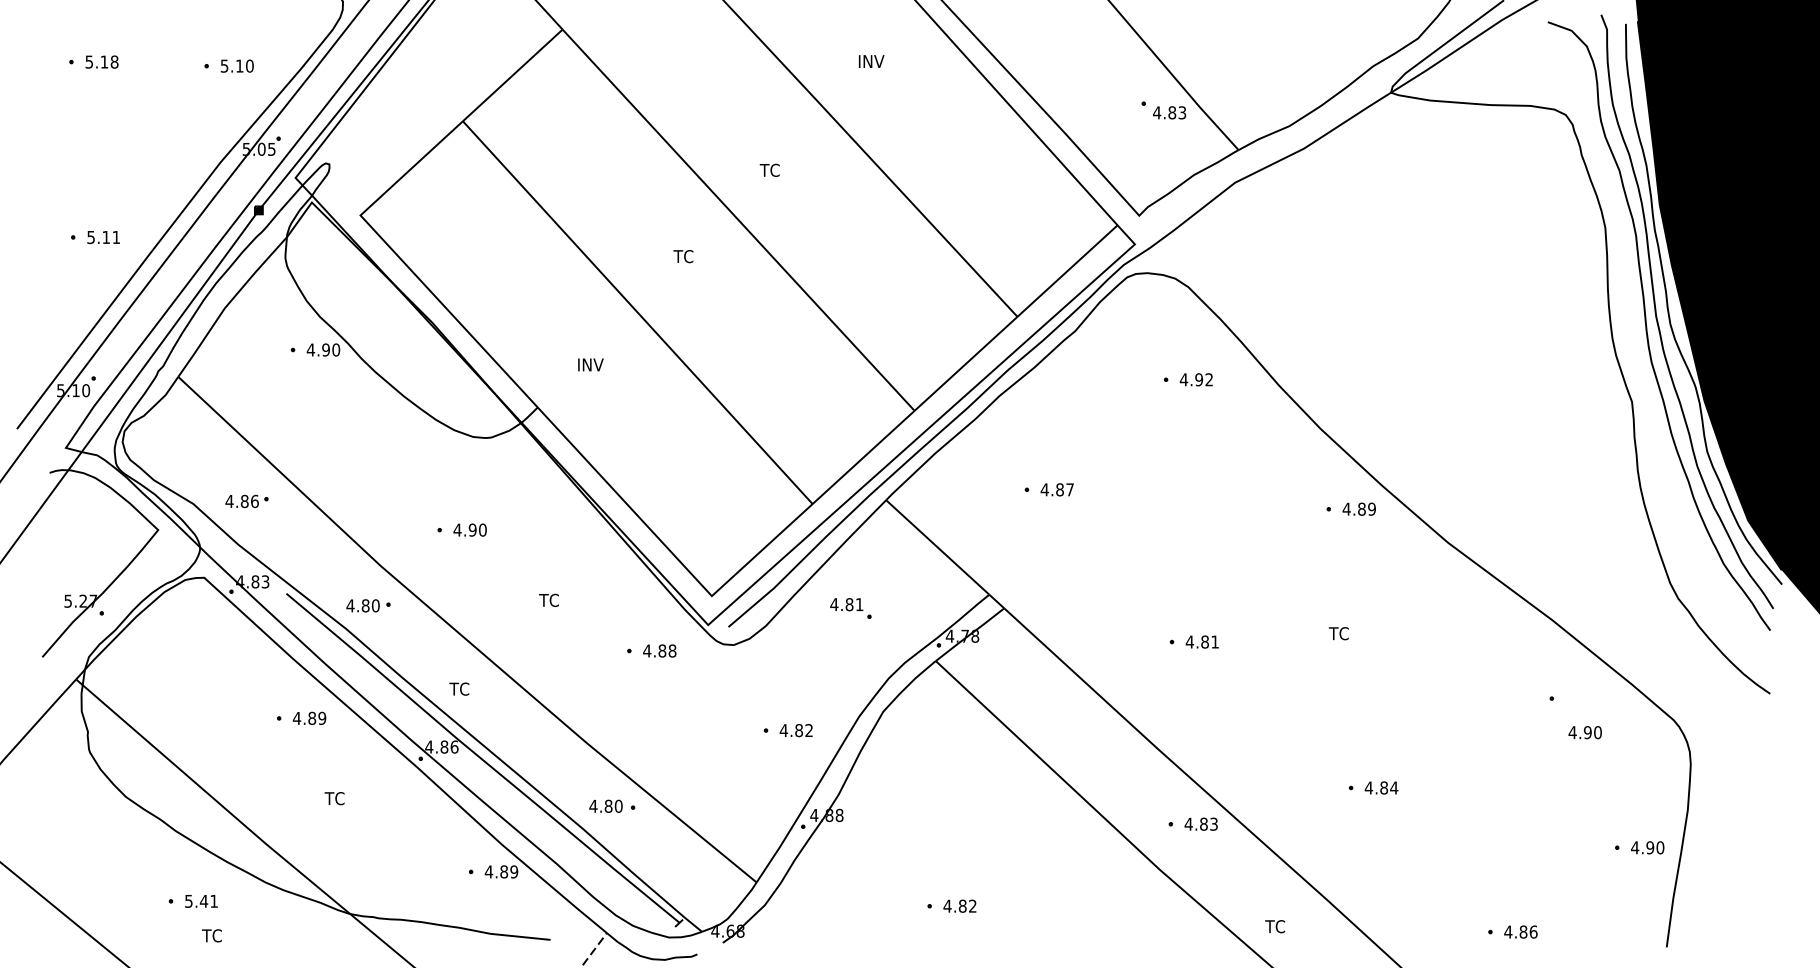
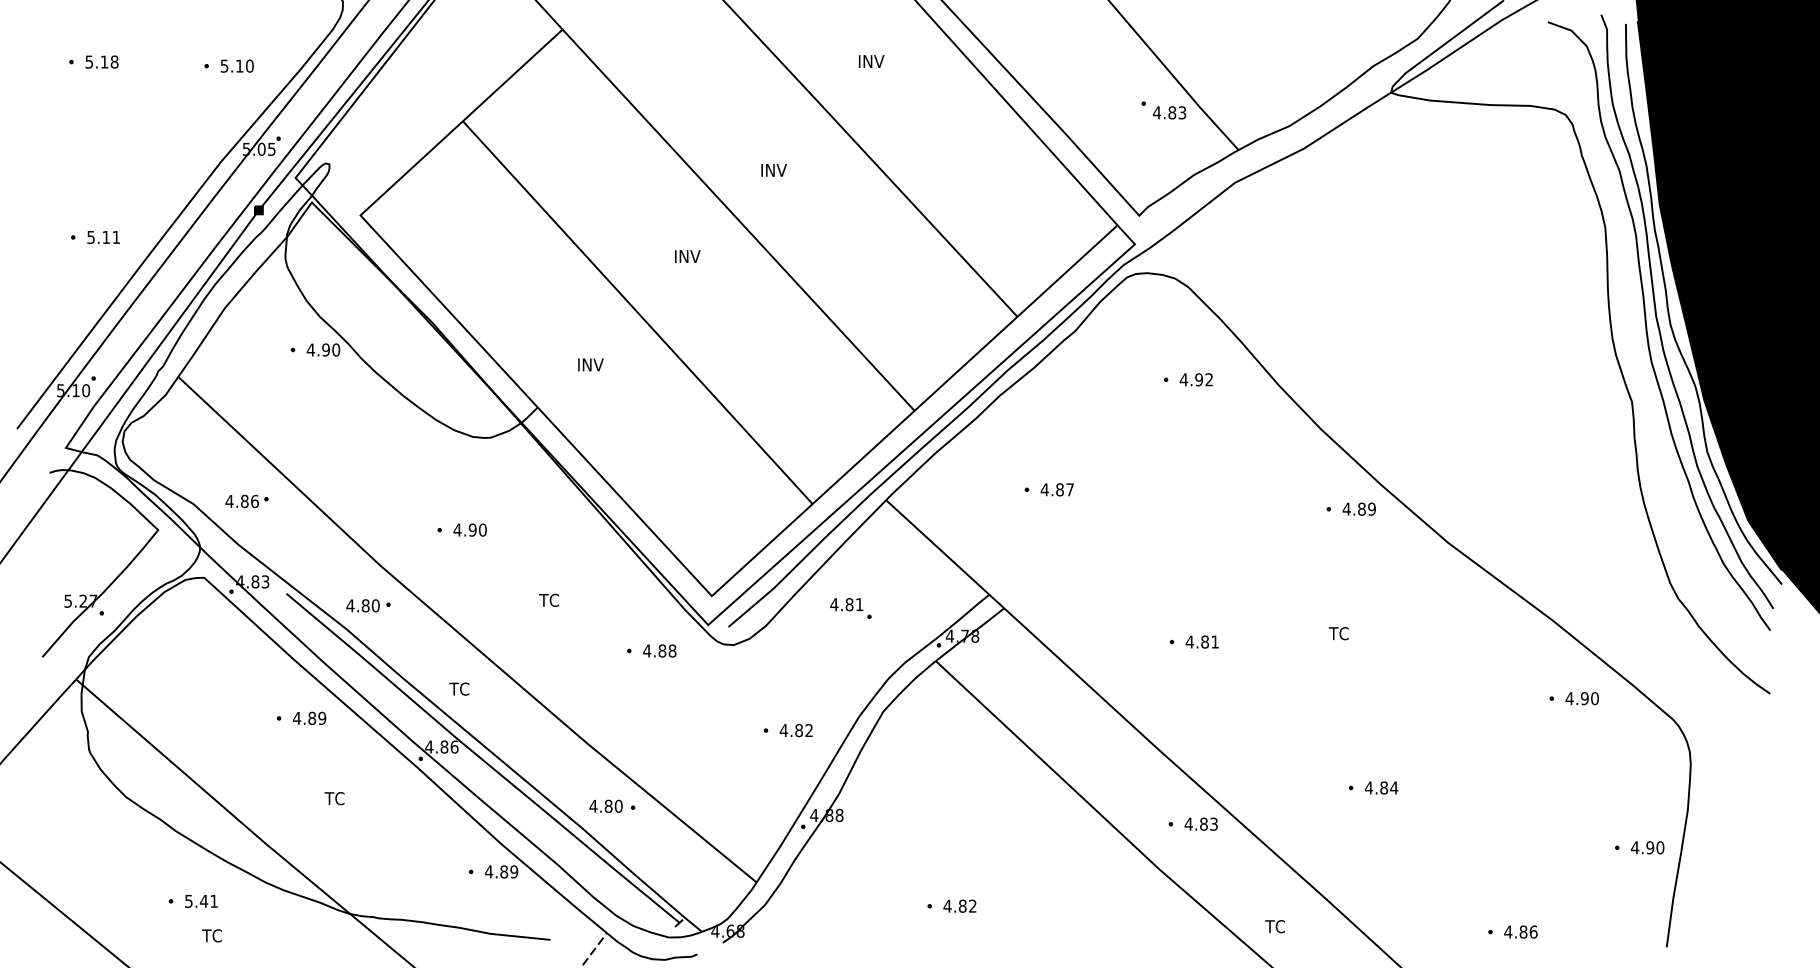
text at (772, 169): TC -> INV
text at (686, 256): TC -> INV
text at (1584, 732) position: (1584, 732) -> (1581, 698)
